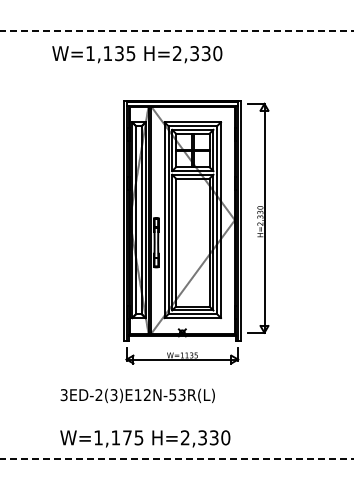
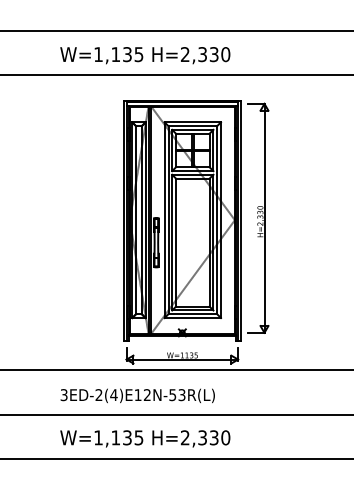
line at (177, 31): dashed -> solid
text at (137, 54) position: (137, 54) -> (145, 55)
line at (176, 75): none -> present
line at (176, 370): none -> present
text at (113, 395): 3ED-2(3)E12N-53R(L) -> 3ED-2(4)E12N-53R(L)
line at (176, 414): none -> present
text at (127, 437): W=1,175 -> W=1,135
line at (177, 458): dashed -> solid
